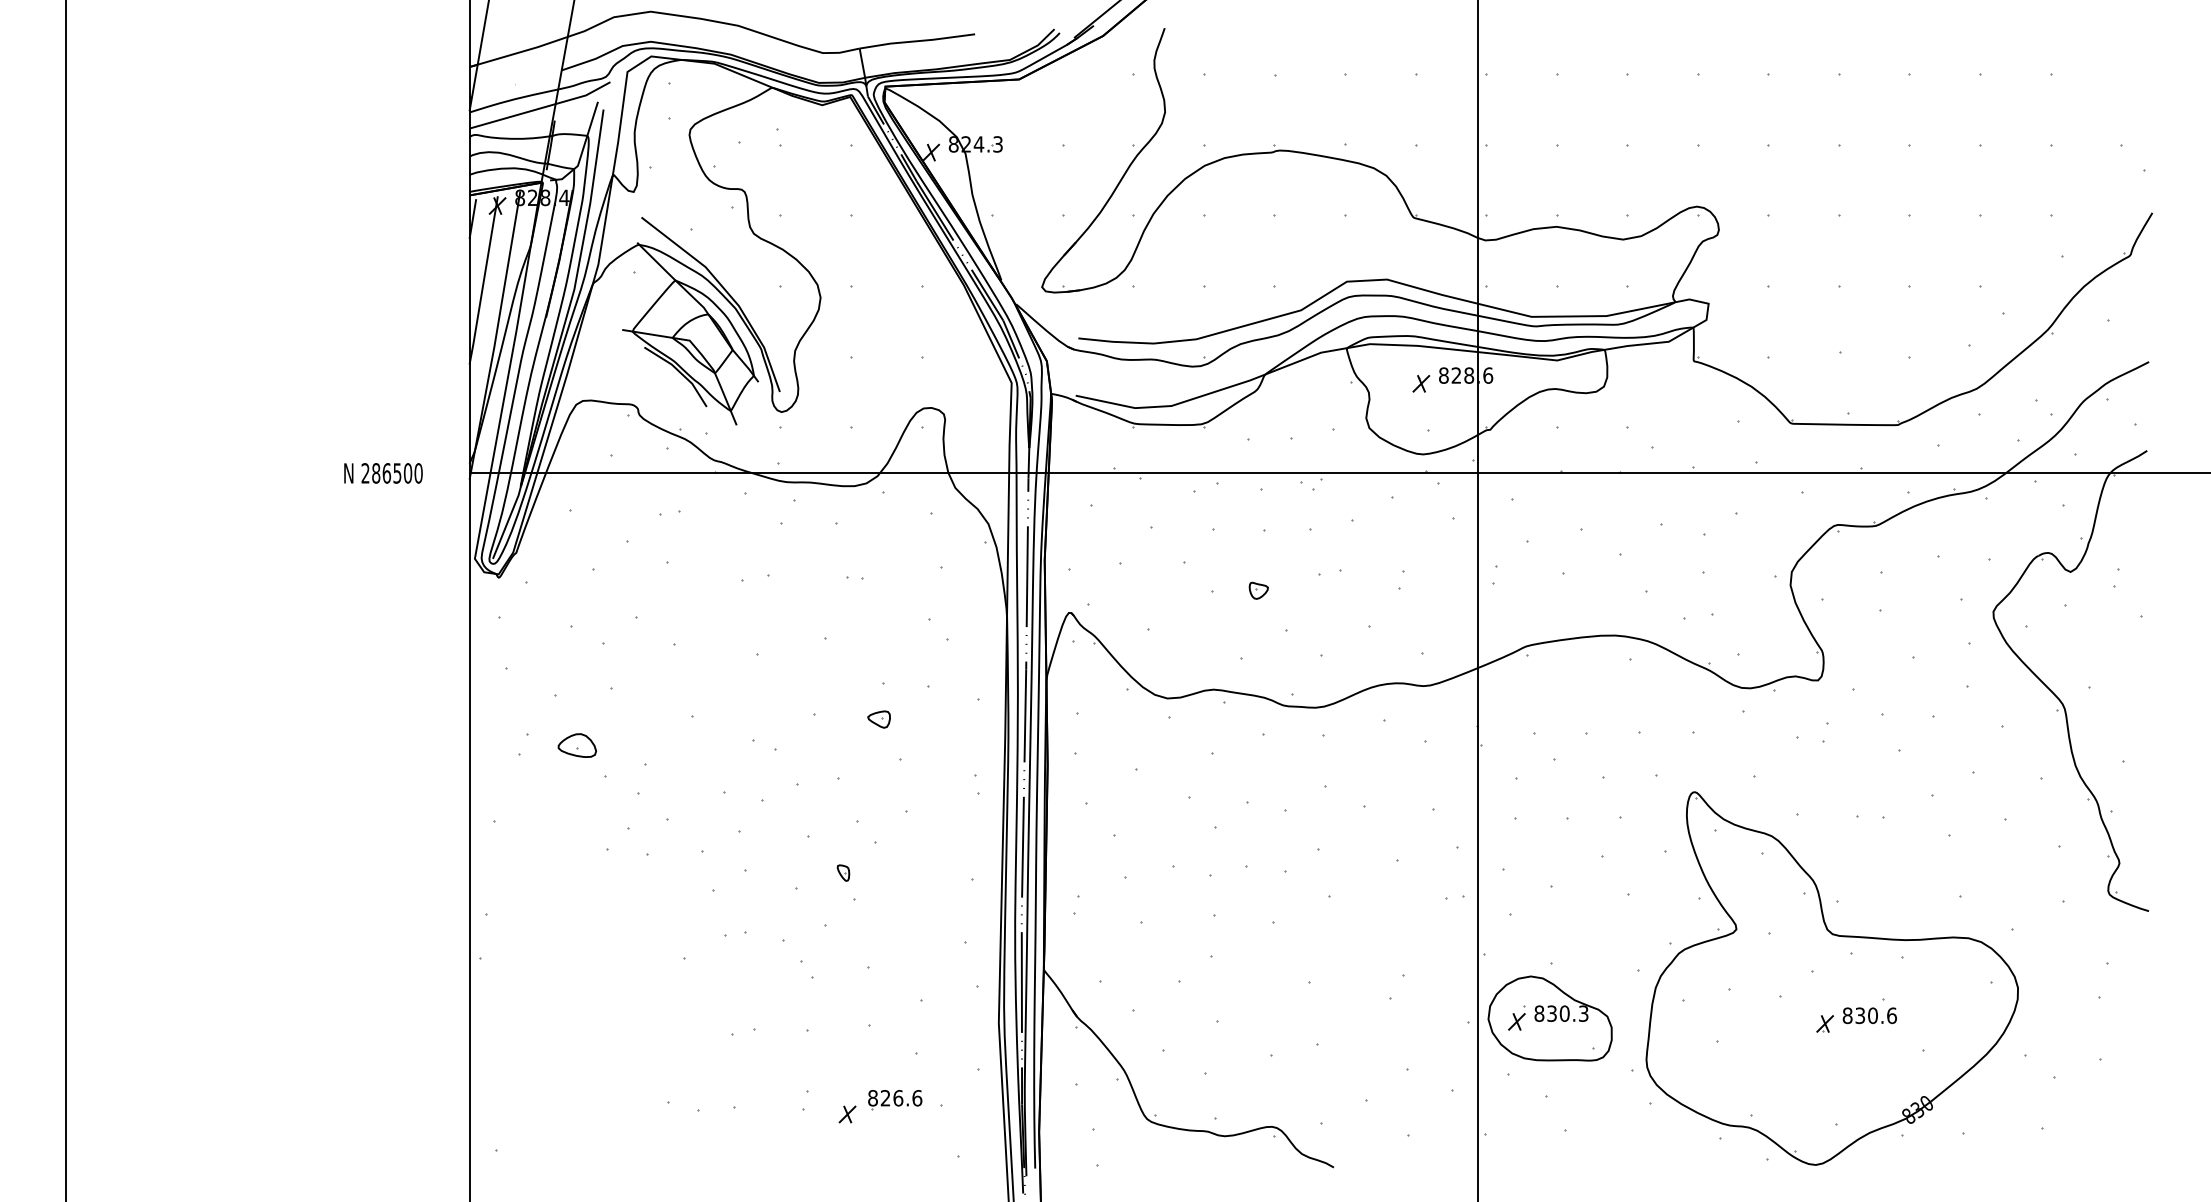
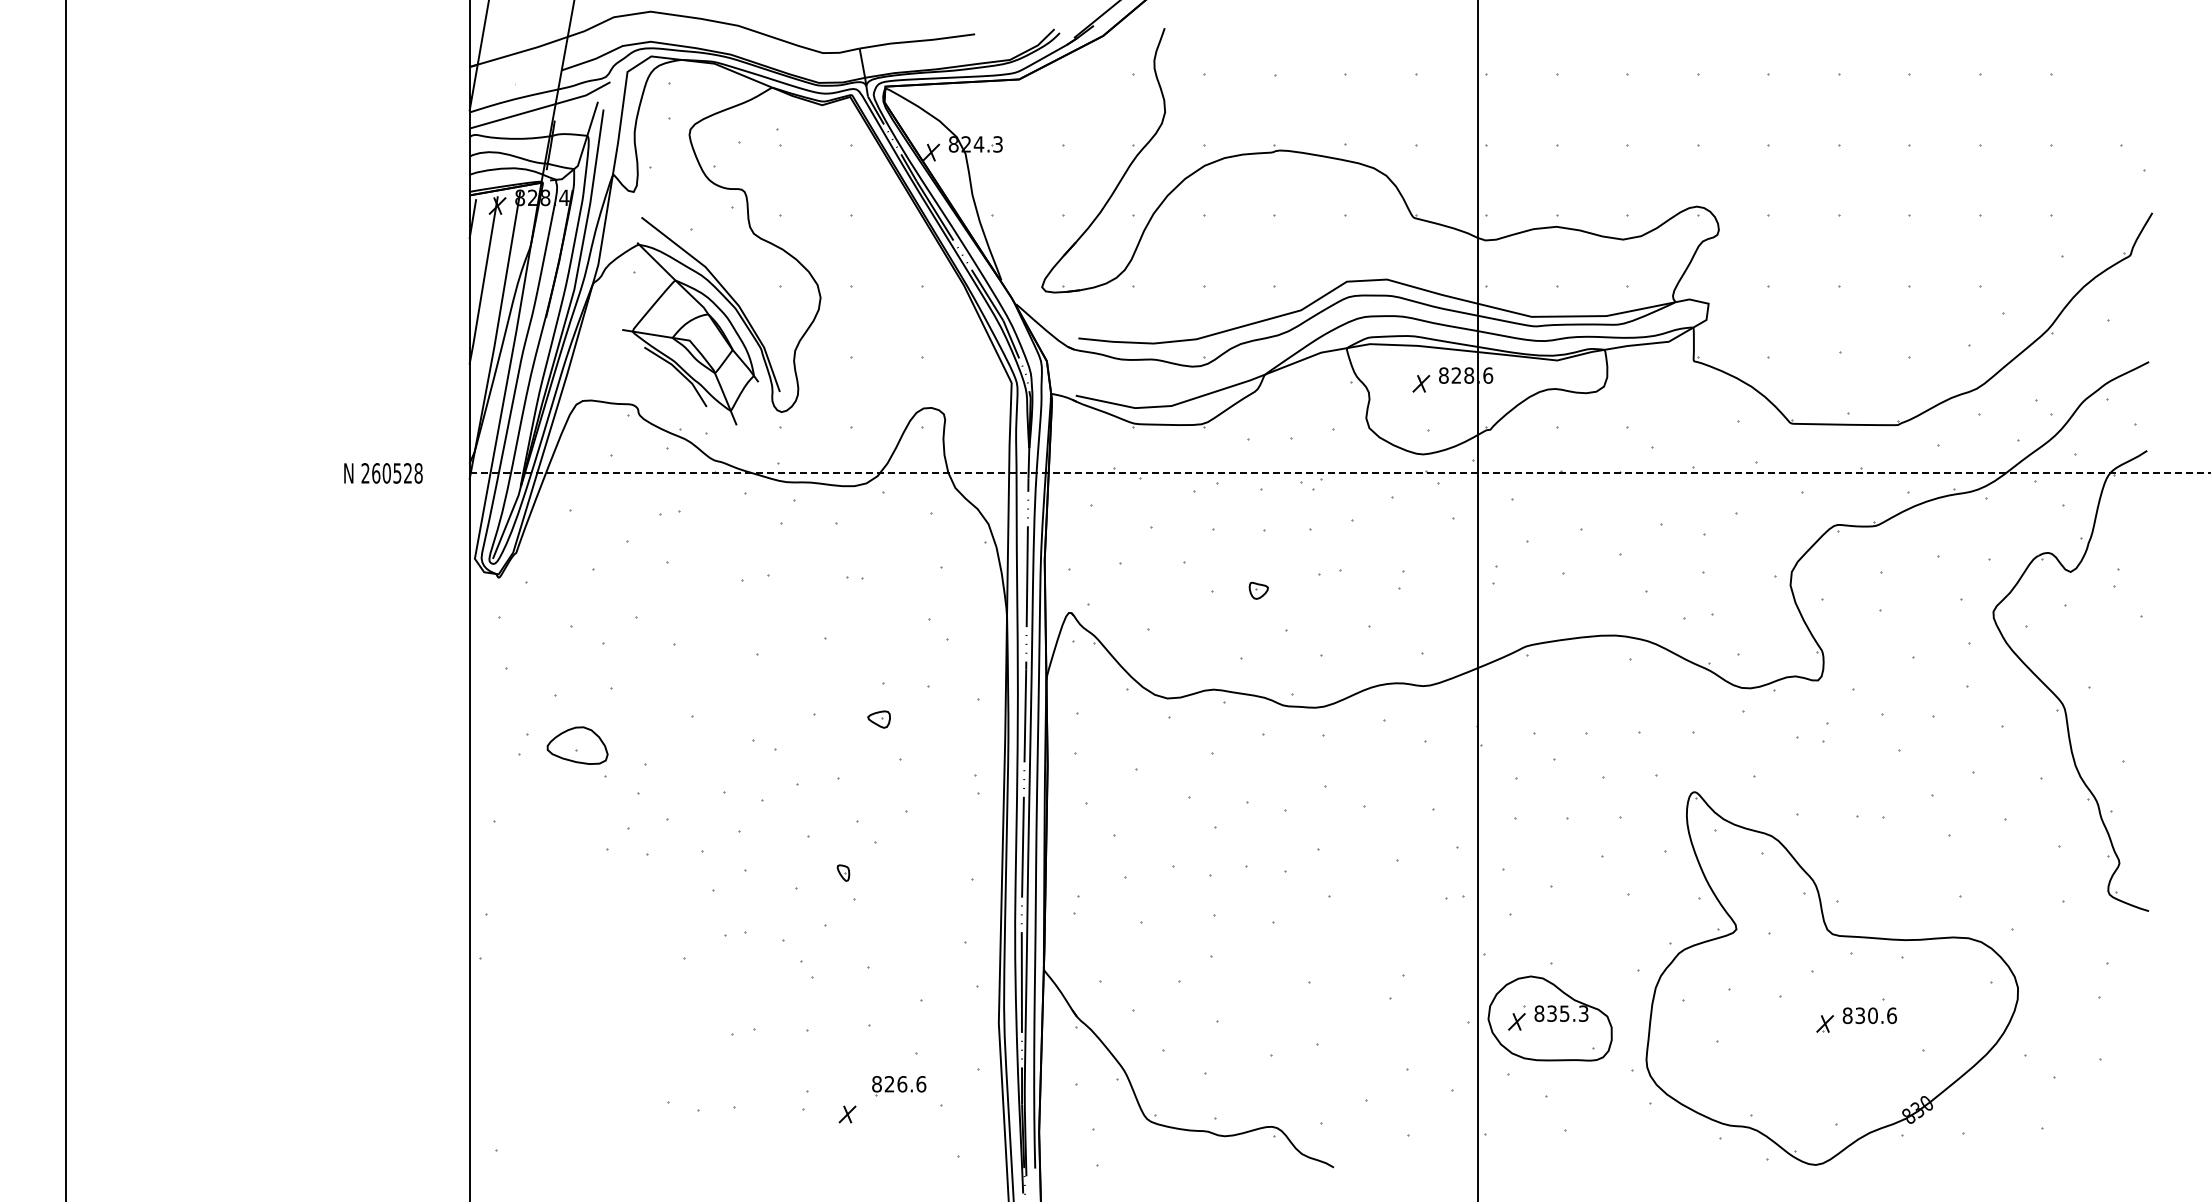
text at (397, 473): 286500 -> 260528
line at (1340, 473): solid -> dashed
part at (576, 745) size: 40x25 px -> 63x39 px
text at (1564, 1013): 830.3 -> 835.3
part at (895, 1100) position: (895, 1100) -> (899, 1086)
